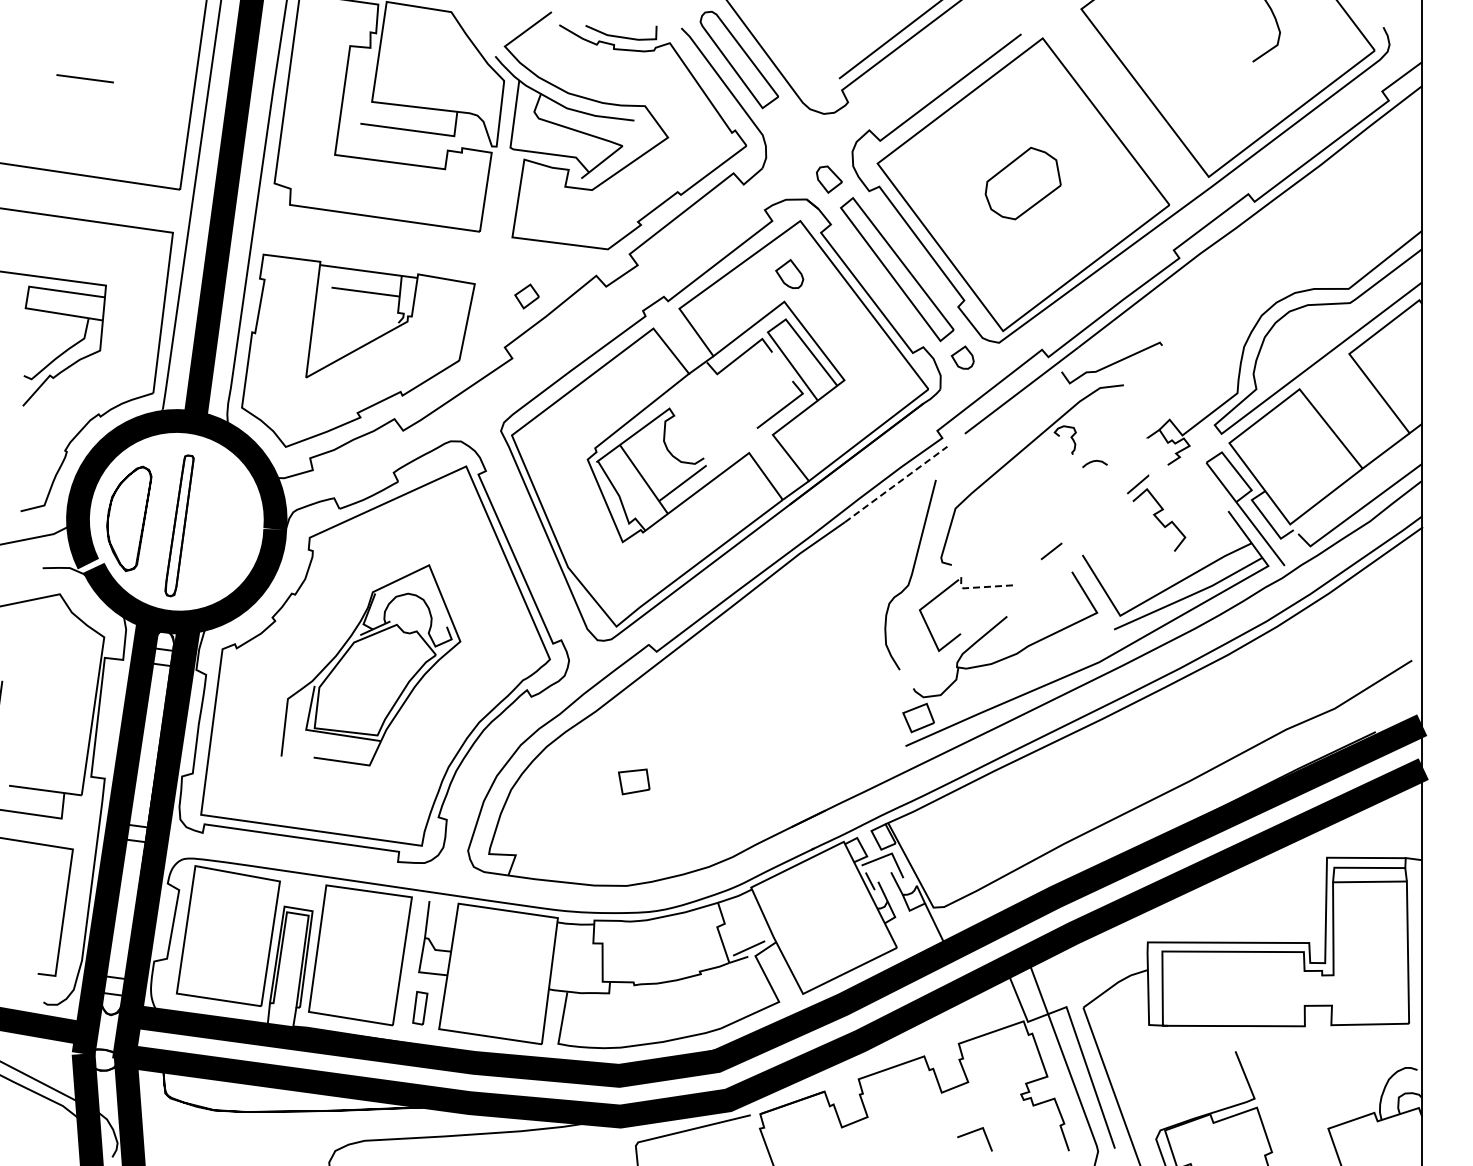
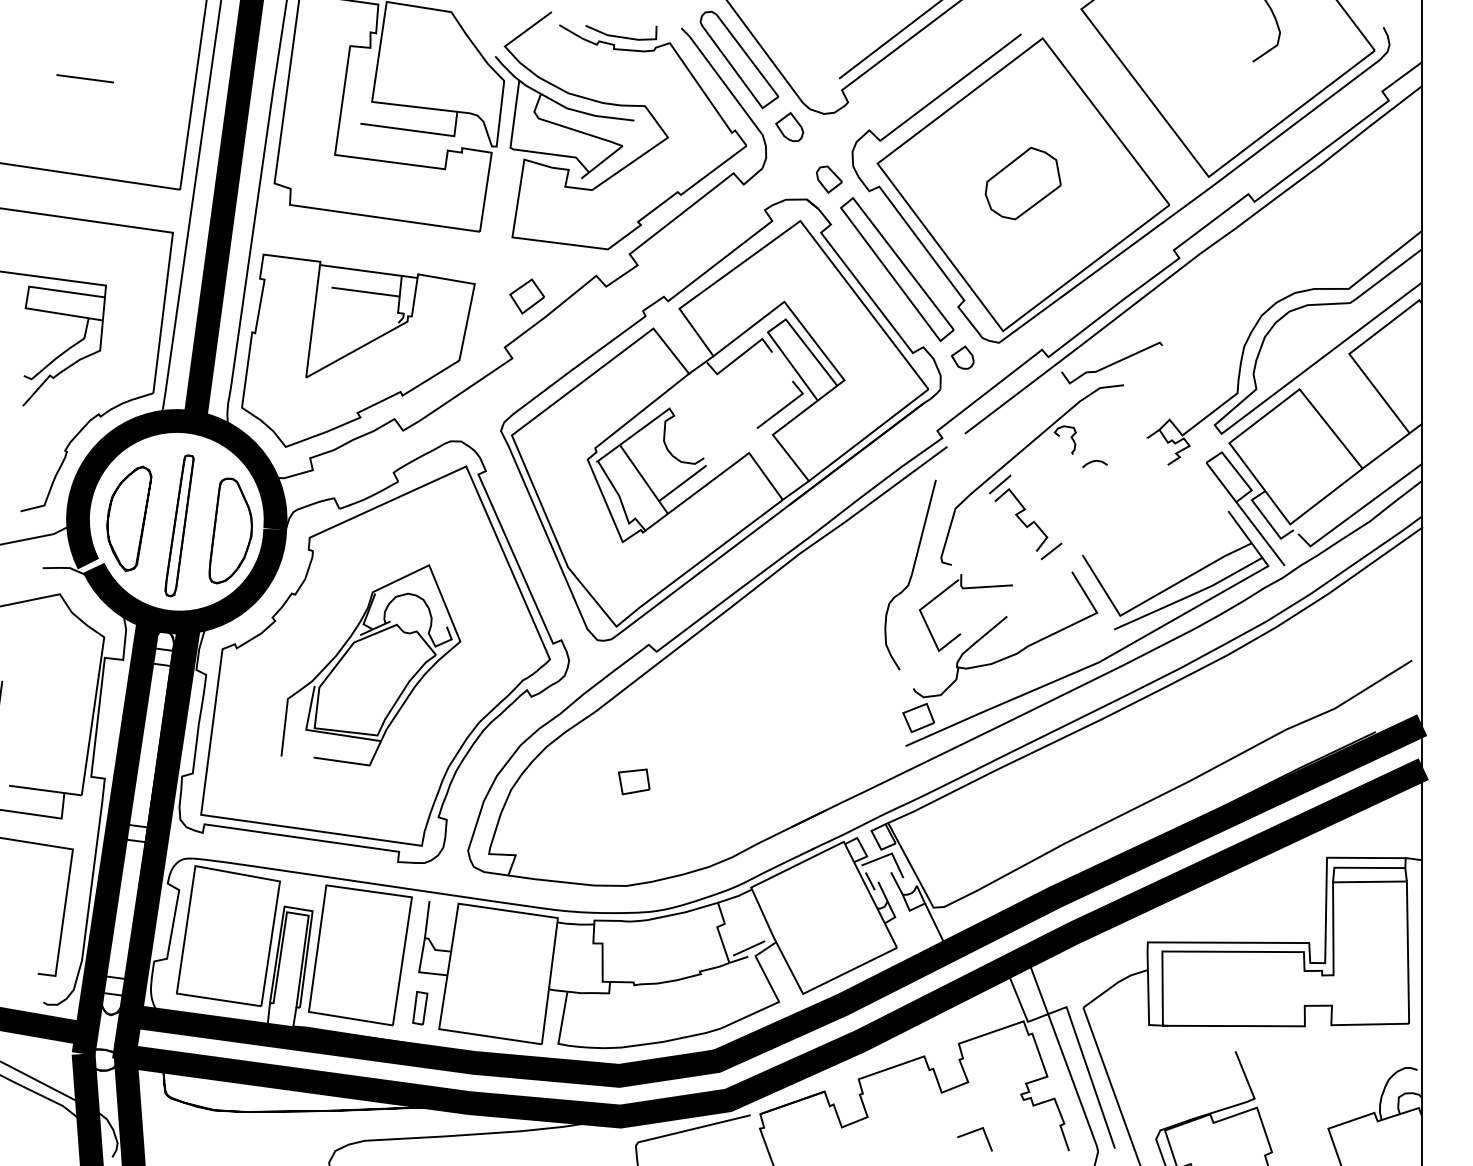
part at (789, 273) position: (789, 273) -> (789, 126)
part at (526, 296) size: 26x27 px -> 36x37 px
line at (896, 484): dashed -> solid
part at (1156, 512) position: (1156, 512) -> (1018, 512)
part at (230, 530): none -> present
line at (978, 587): dashed -> solid
